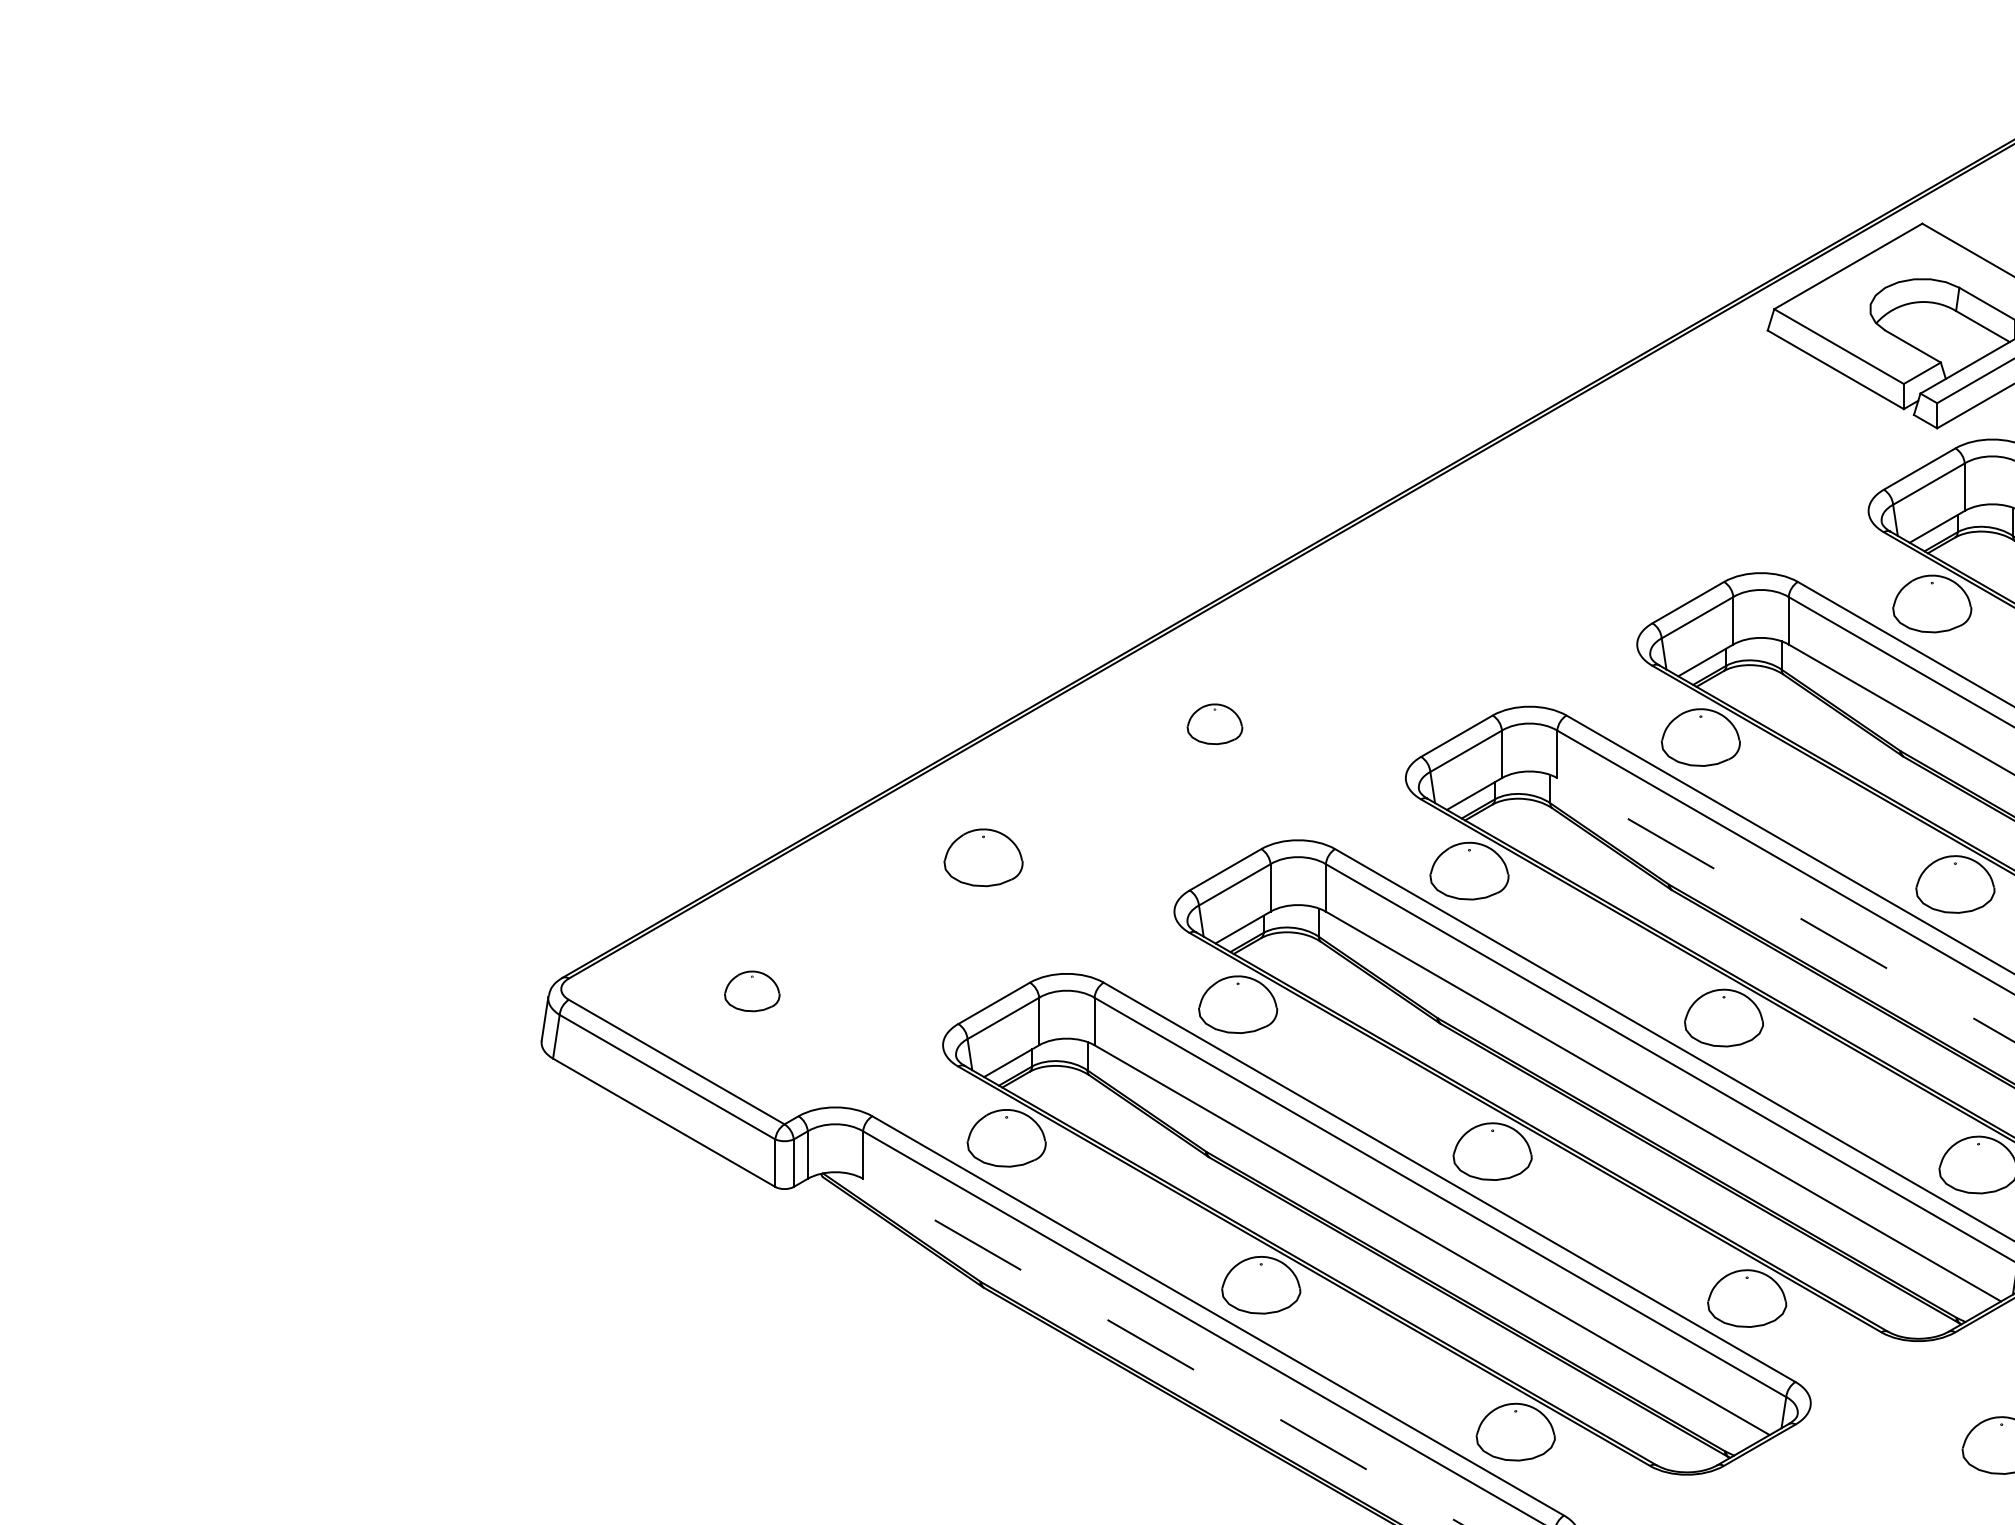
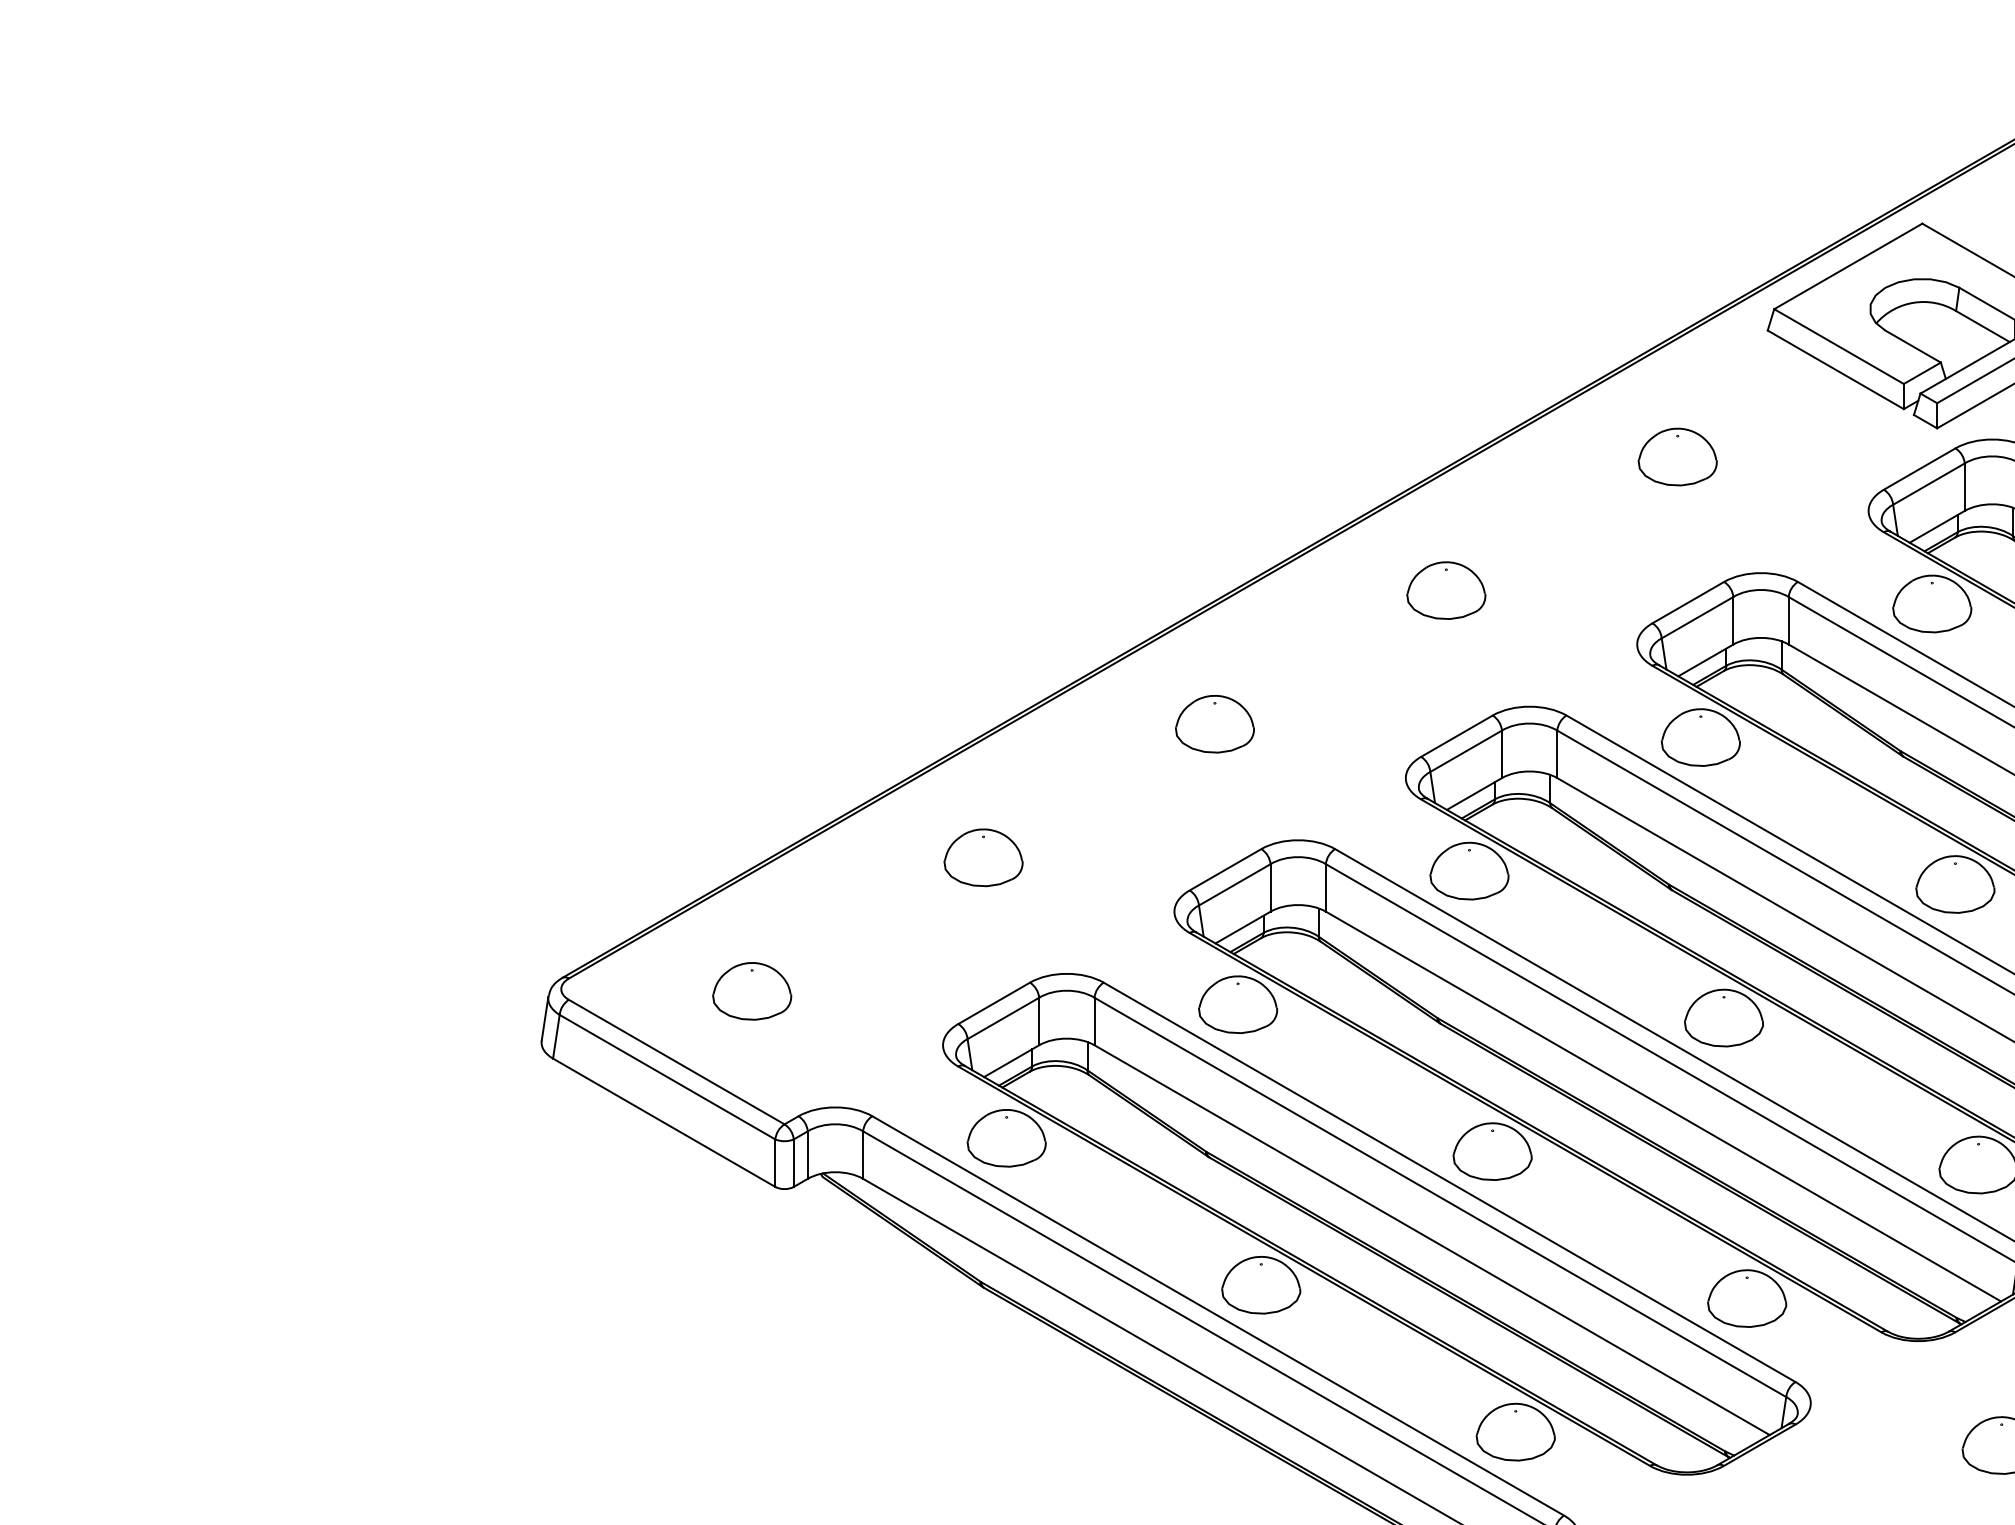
part at (1677, 456): none -> present
part at (1446, 590): none -> present
part at (1214, 724) size: 58x43 px -> 80x59 px
line at (1785, 910): dashed -> solid
part at (752, 991) size: 57x43 px -> 81x59 px
line at (1162, 1351): dashed -> solid
